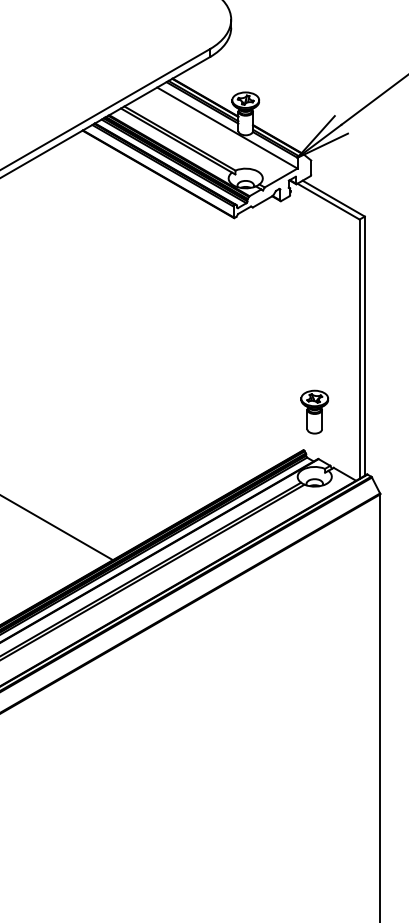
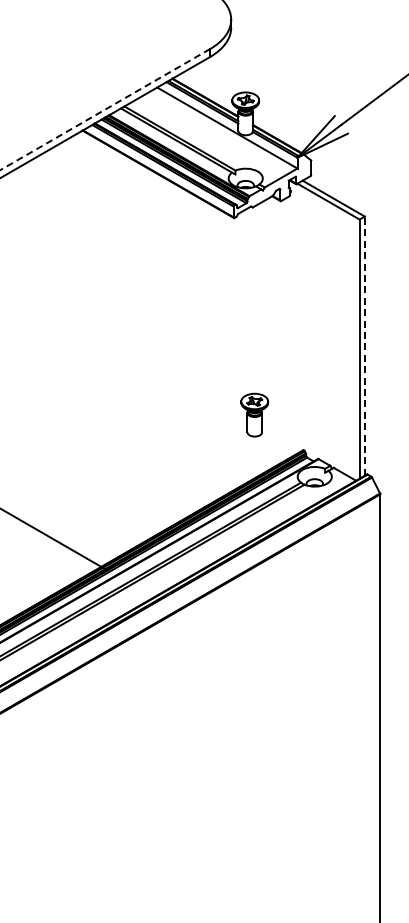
line at (105, 109): solid -> dashed
line at (364, 346): solid -> dashed
part at (314, 411) position: (314, 411) -> (254, 414)
line at (57, 528) position: (57, 528) -> (54, 539)
